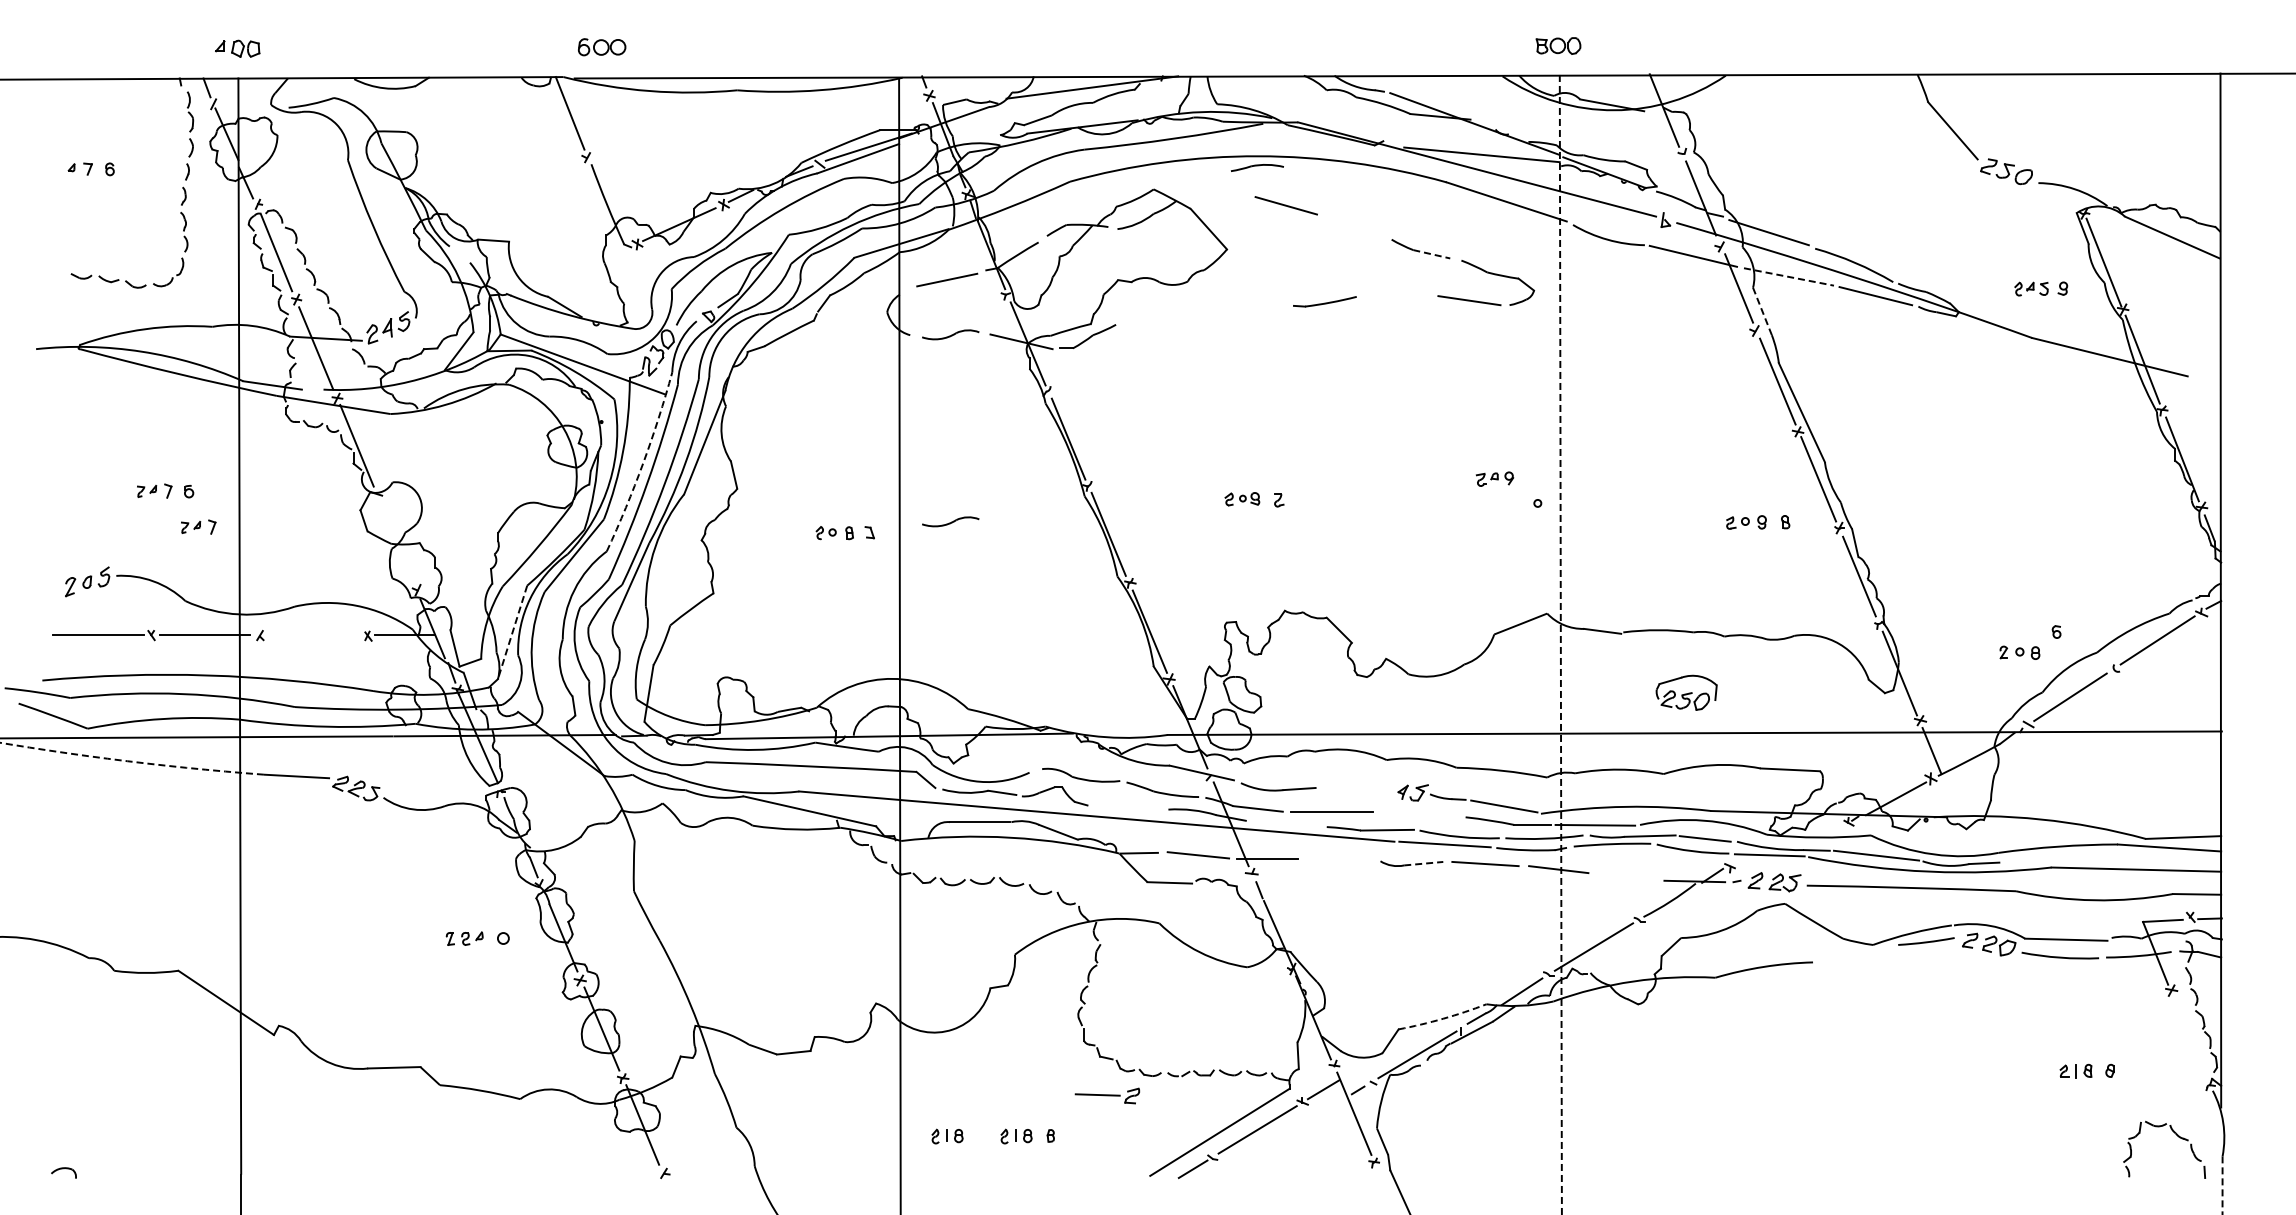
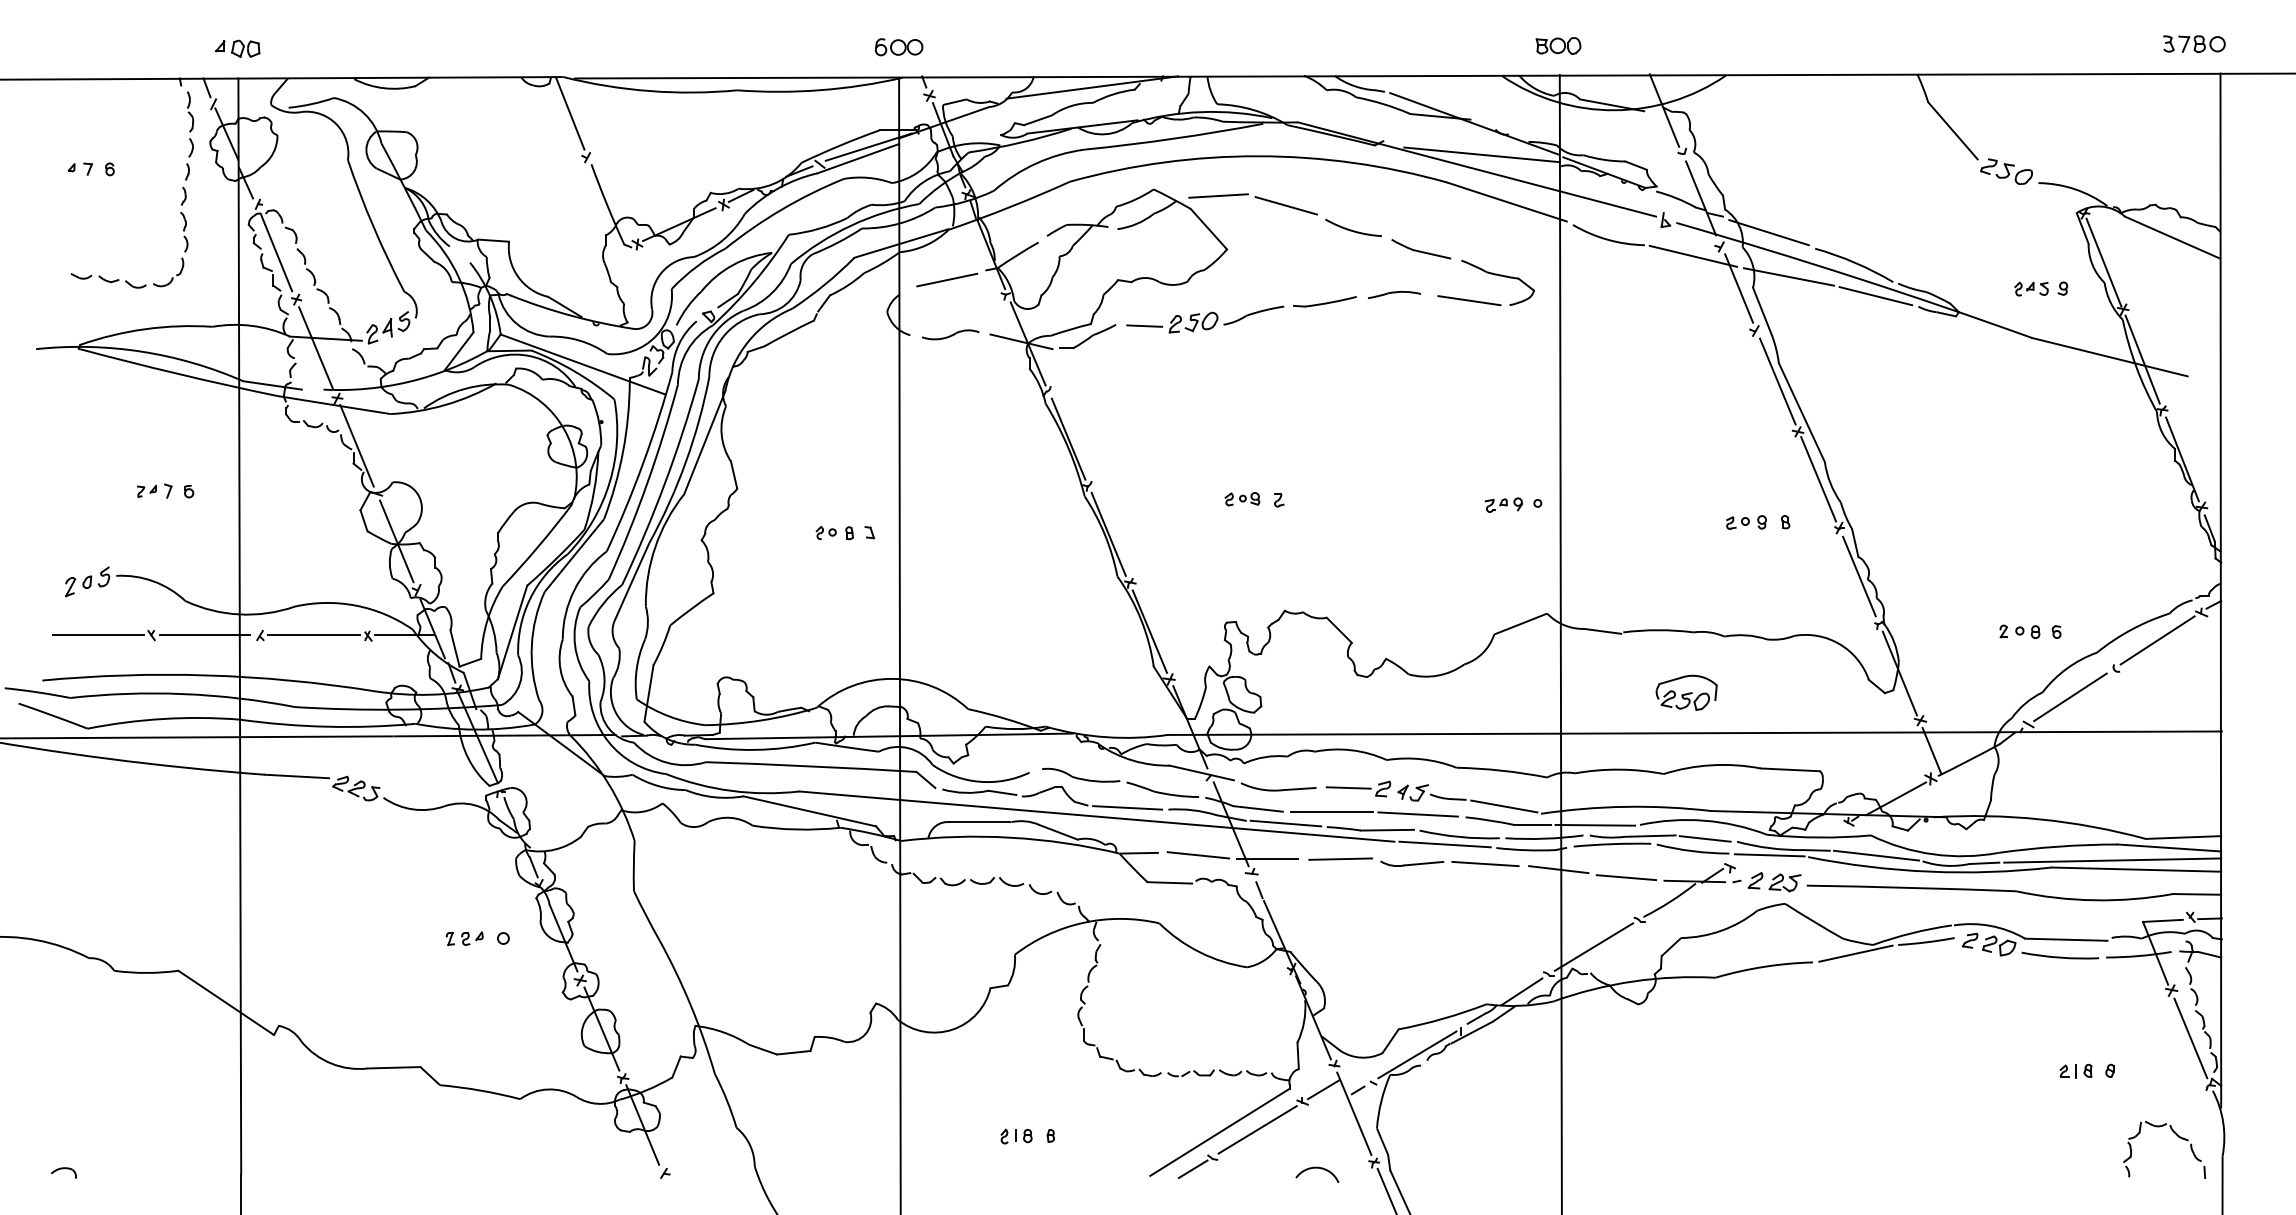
part at (2194, 43): none -> present
part at (602, 47) position: (602, 47) -> (899, 47)
part at (1257, 167) position: (1257, 167) -> (1394, 294)
line at (1218, 195): none -> present
arc at (1351, 229): none -> present
line at (1431, 254): dashed -> solid
line at (1788, 276): dashed -> solid
line at (1762, 311): dashed -> solid
part at (1205, 319): none -> present
arc at (643, 463): dashed -> solid
part at (1494, 478) position: (1494, 478) -> (1503, 504)
part at (950, 521): present -> none
part at (198, 526): present -> none
line at (396, 541): none -> present
line at (512, 632): dashed -> solid
line at (313, 635): none -> present
line at (1560, 644): dashed -> solid
part at (2019, 652) position: (2019, 652) -> (2019, 631)
arc at (132, 761): dashed -> solid
line at (1127, 807): none -> present
line at (1417, 814): none -> present
line at (1285, 823): none -> present
line at (1340, 858): none -> present
line at (2112, 860): none -> present
line at (1423, 863): dashed -> solid
line at (1626, 877): none -> present
line at (1855, 953): none -> present
arc at (1443, 1018): dashed -> solid
line at (2190, 1038): none -> present
part at (1107, 1095) position: (1107, 1095) -> (1358, 788)
part at (947, 1136): present -> none
arc at (1317, 1168): none -> present
arc at (2222, 1185): dashed -> solid
line at (1386, 1189): none -> present
